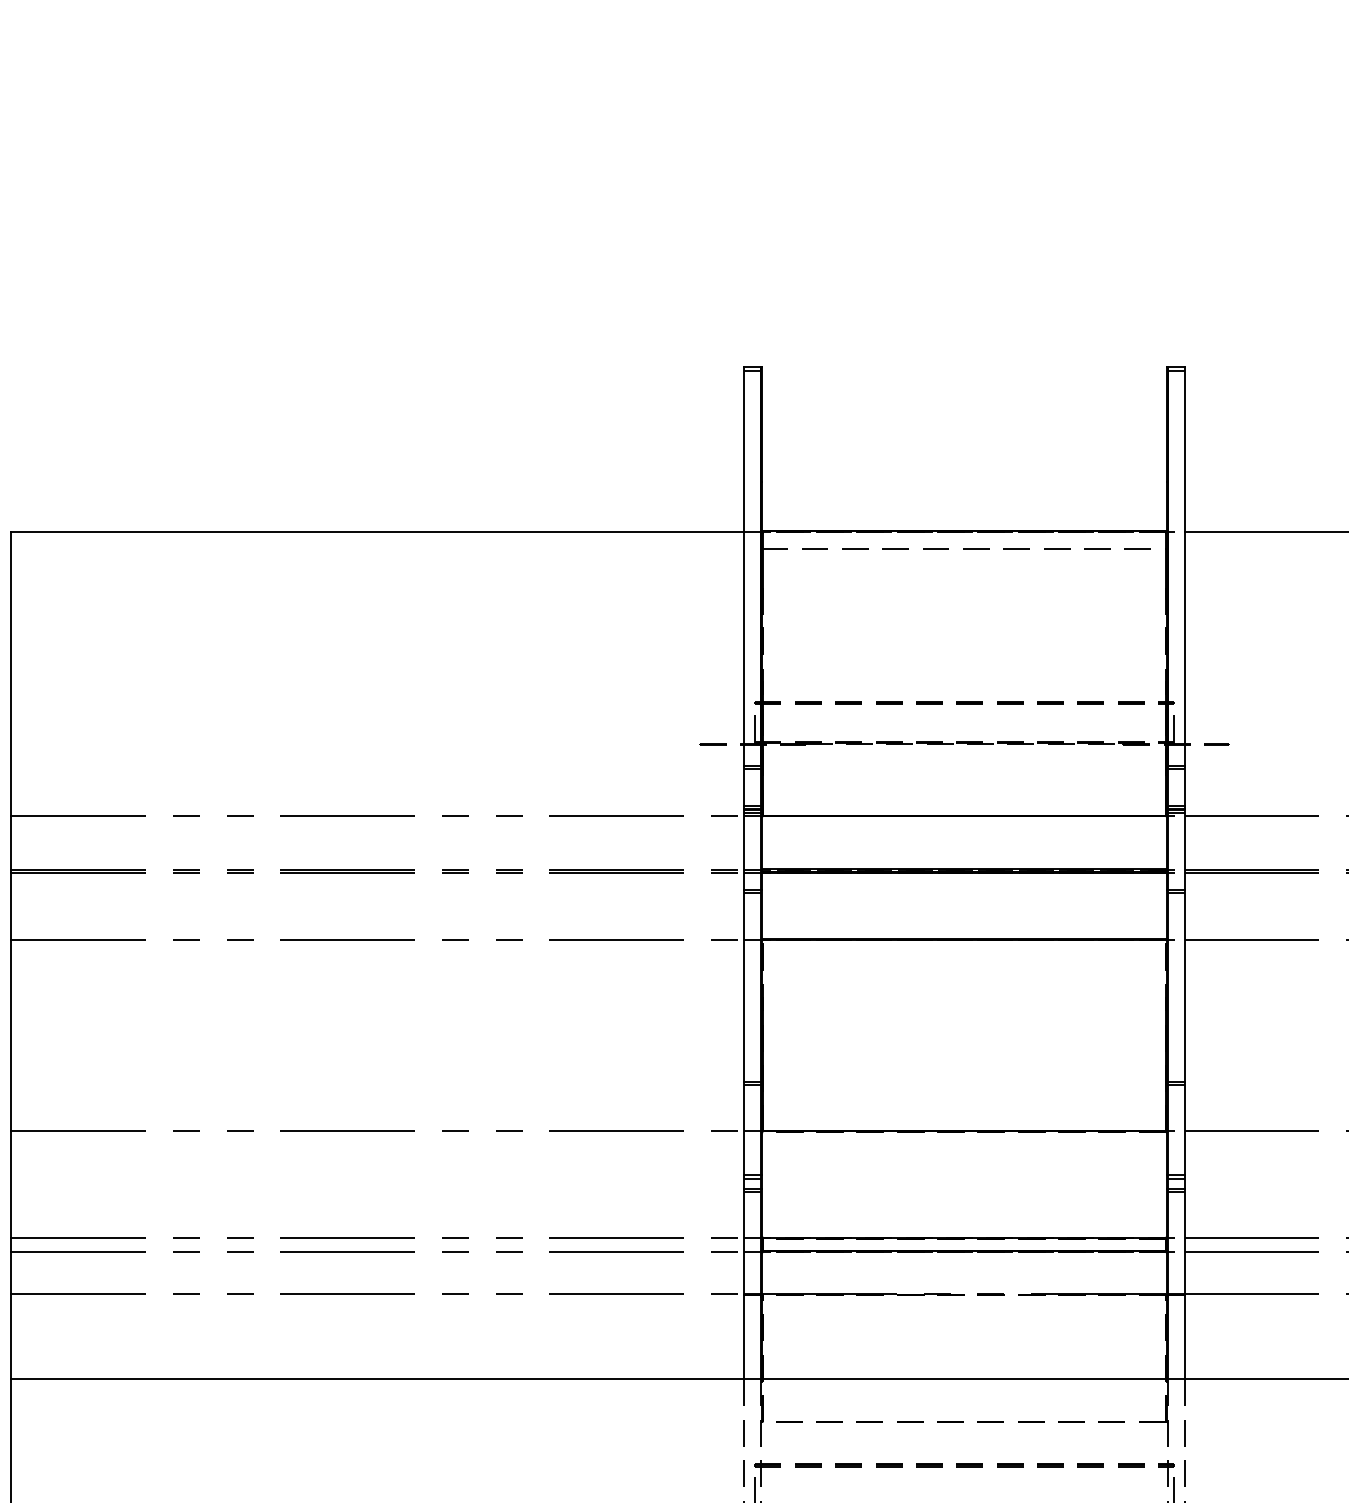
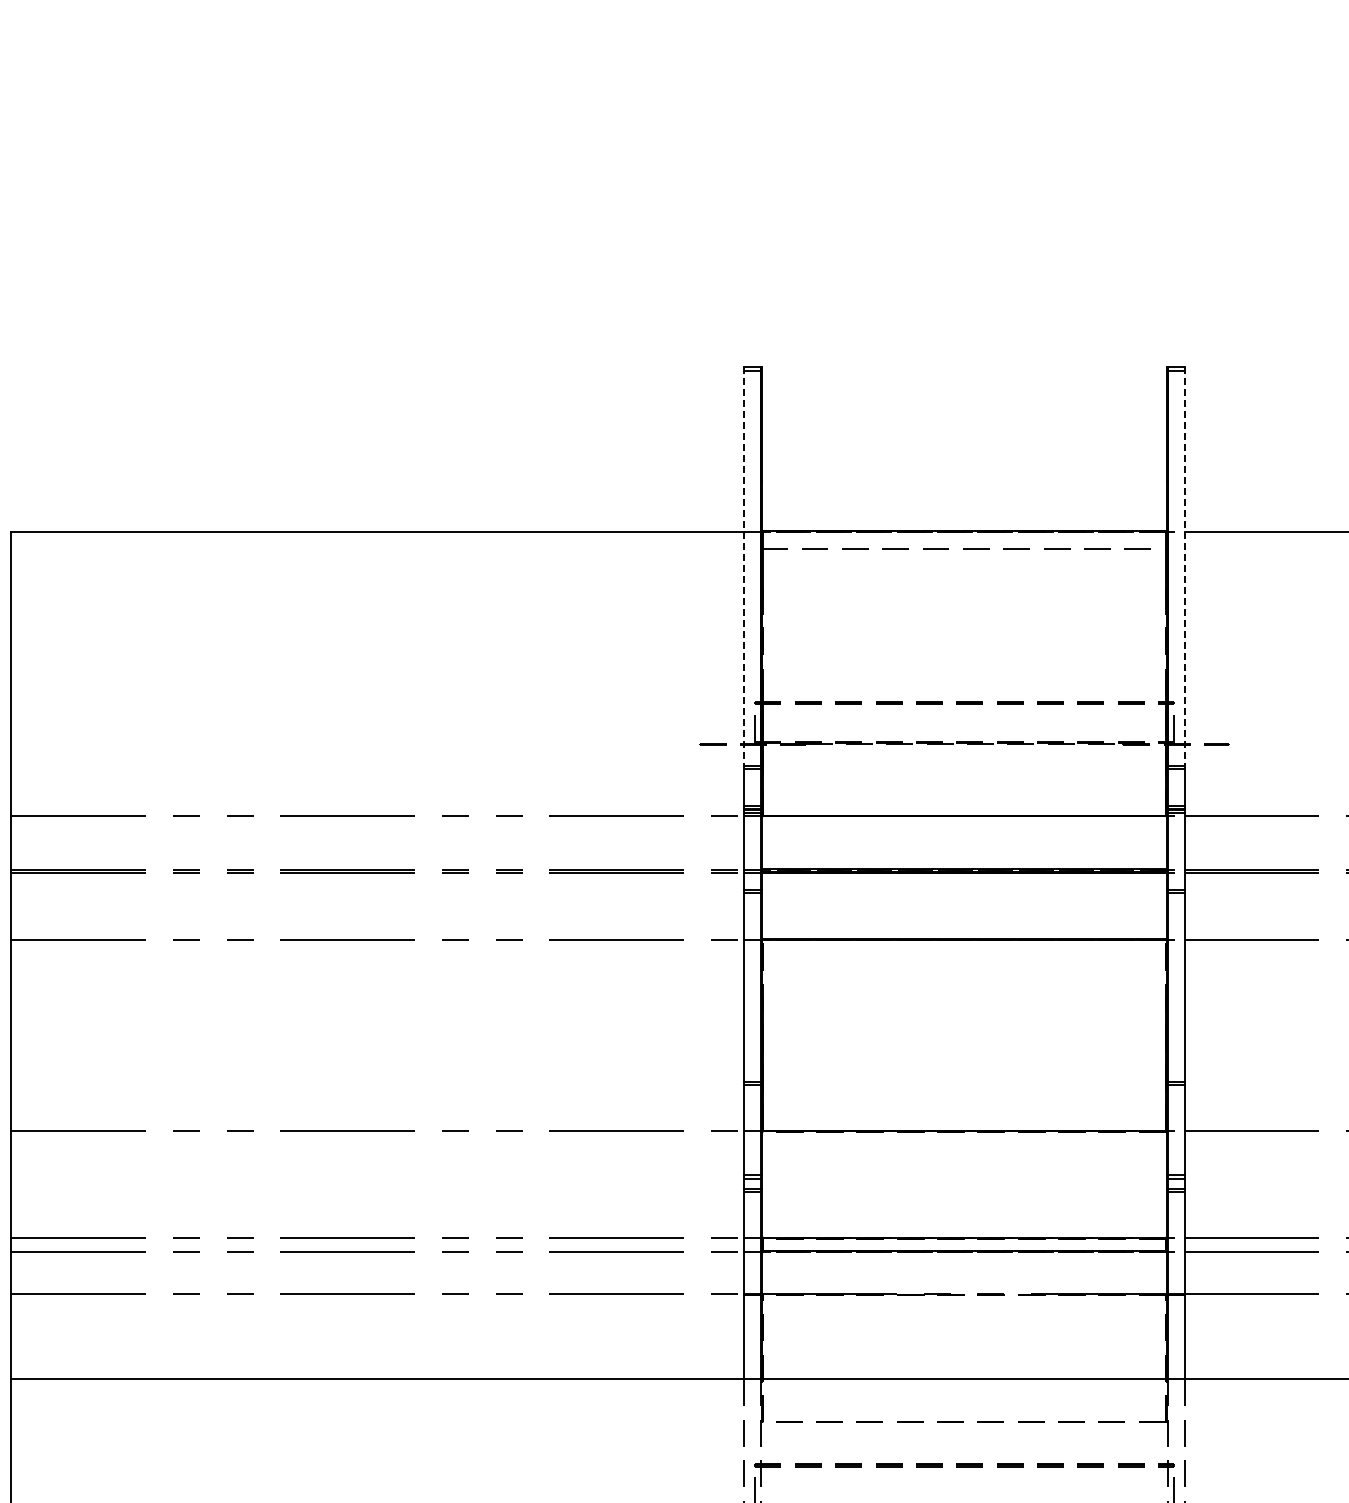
line at (744, 566): solid -> dashed
line at (1184, 566): solid -> dashed
